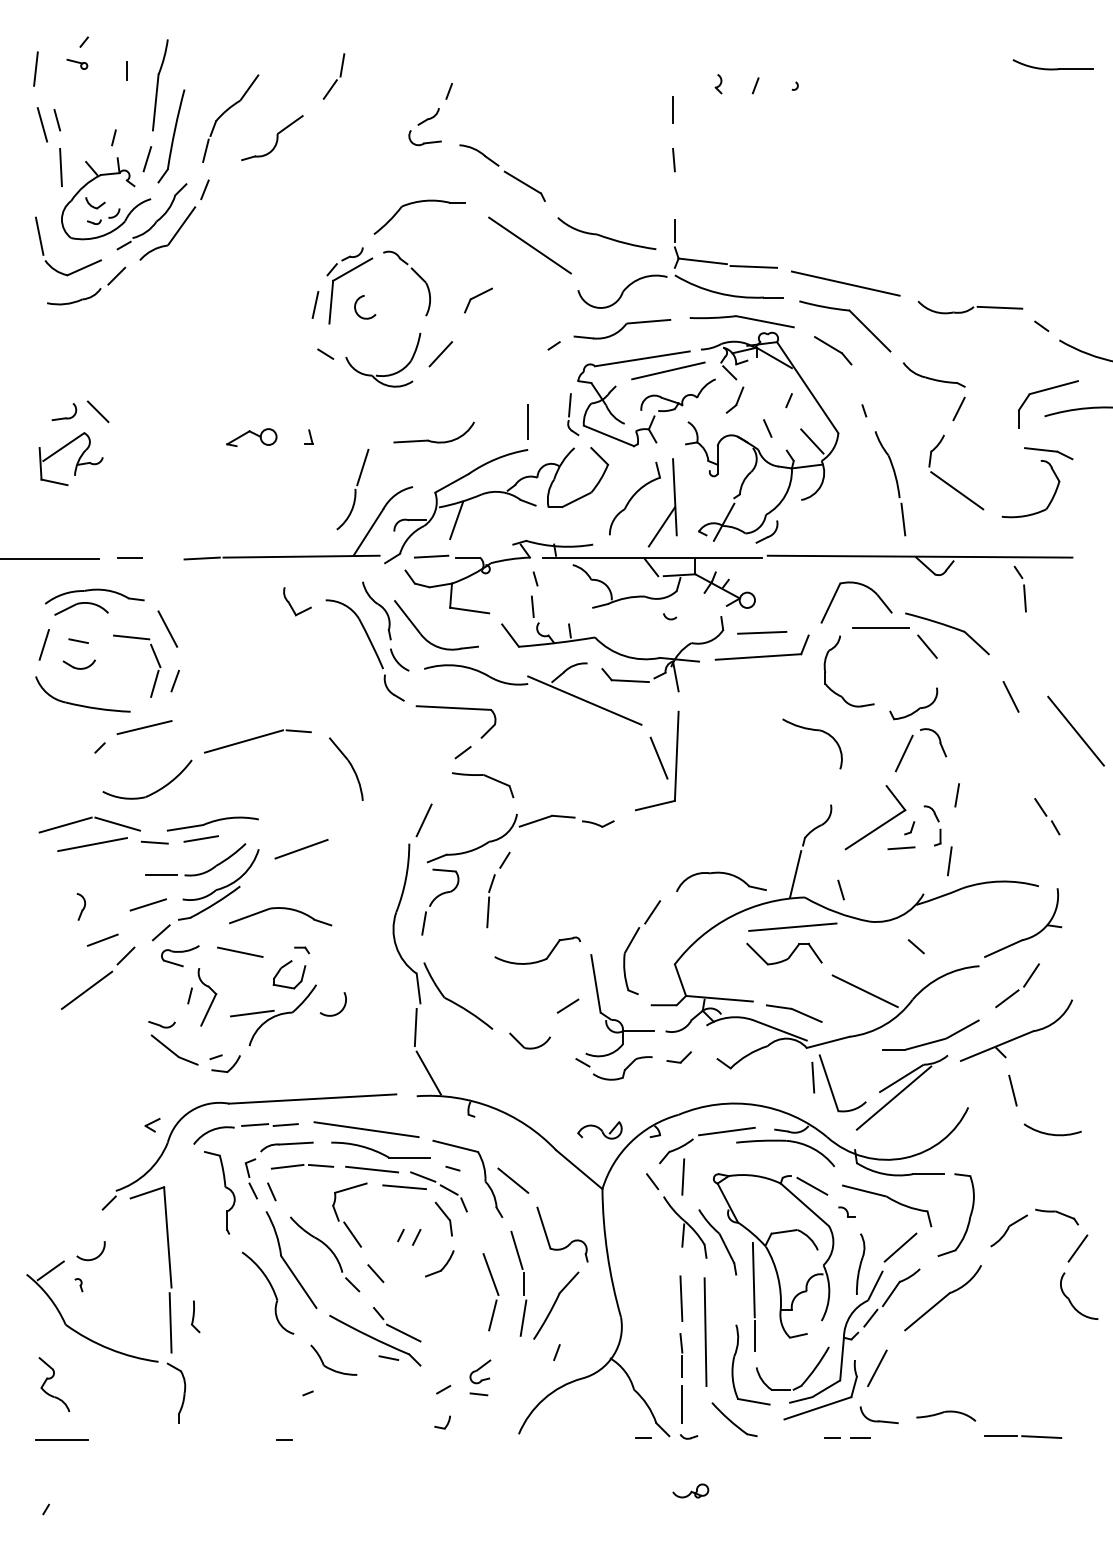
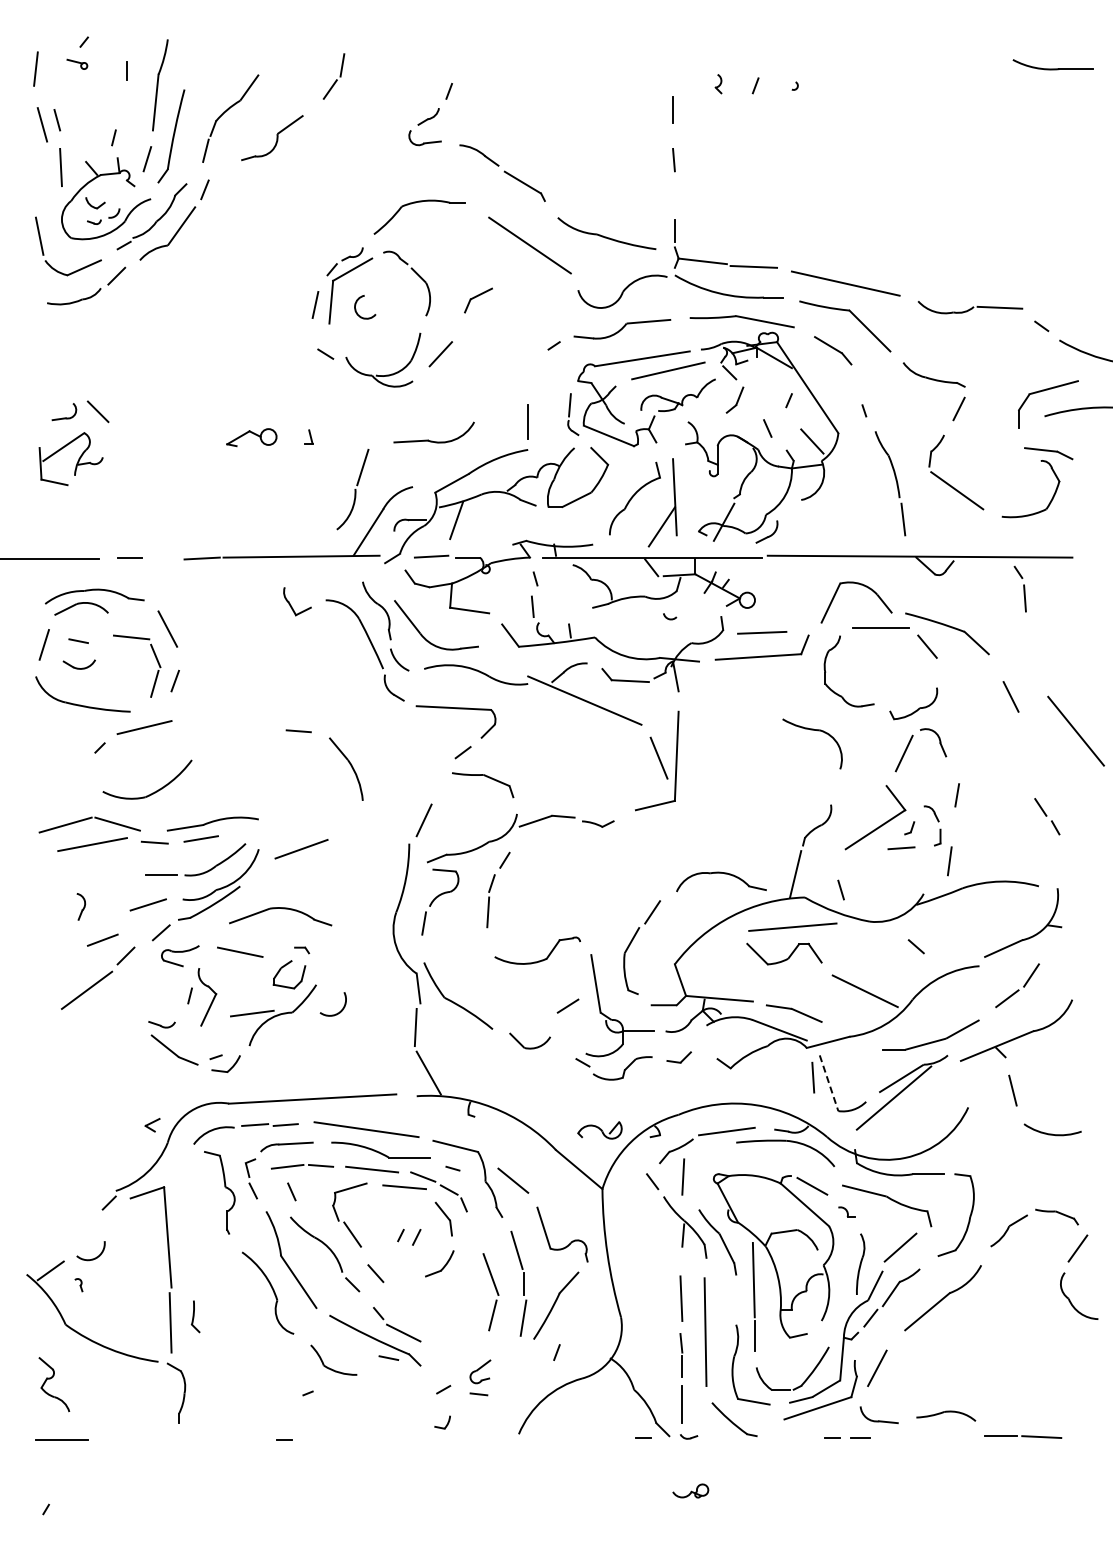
line at (243, 741): present -> none
line at (829, 1083): solid -> dashed
line at (271, 1191) position: (271, 1191) -> (291, 1191)
